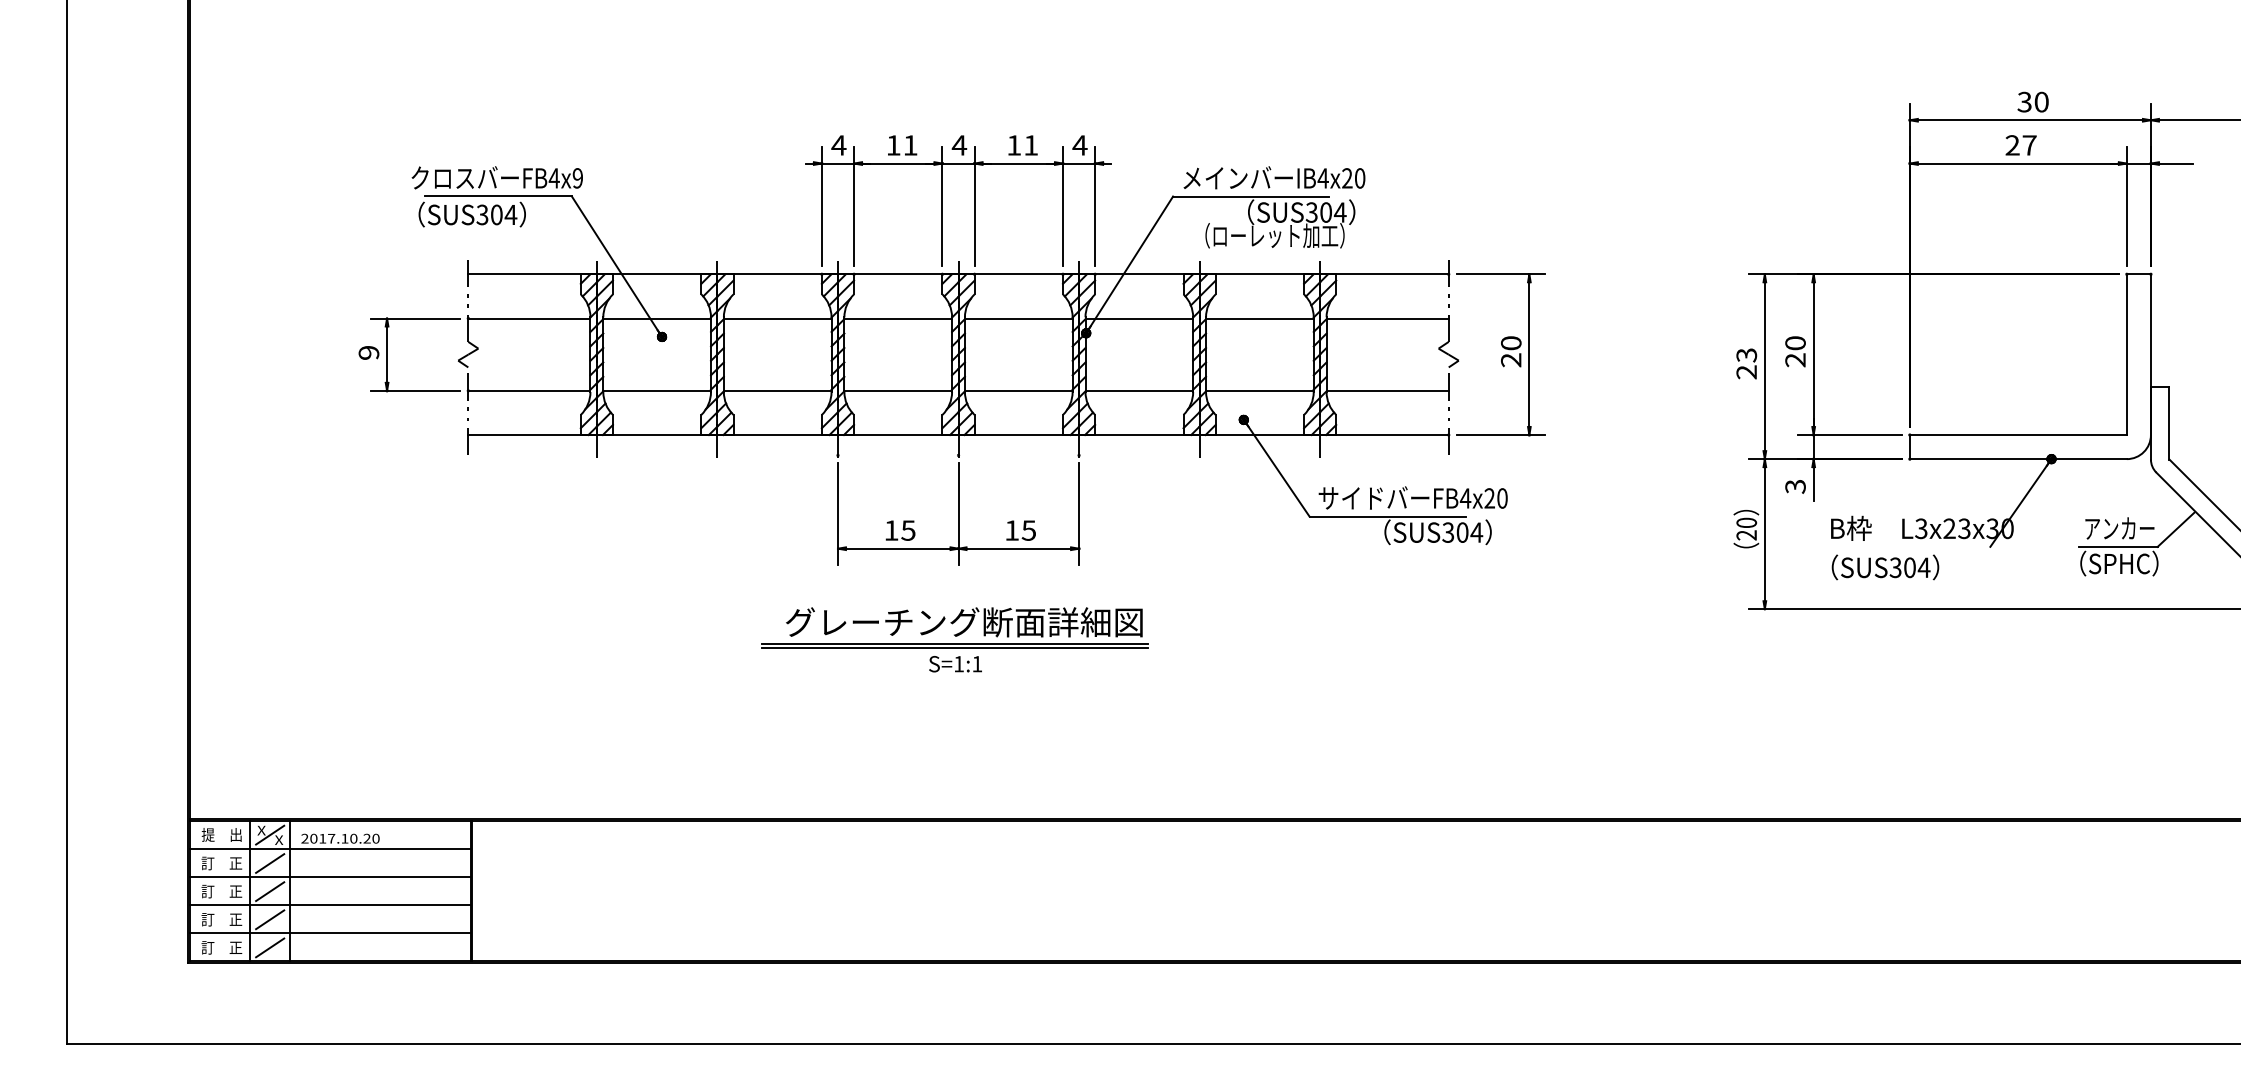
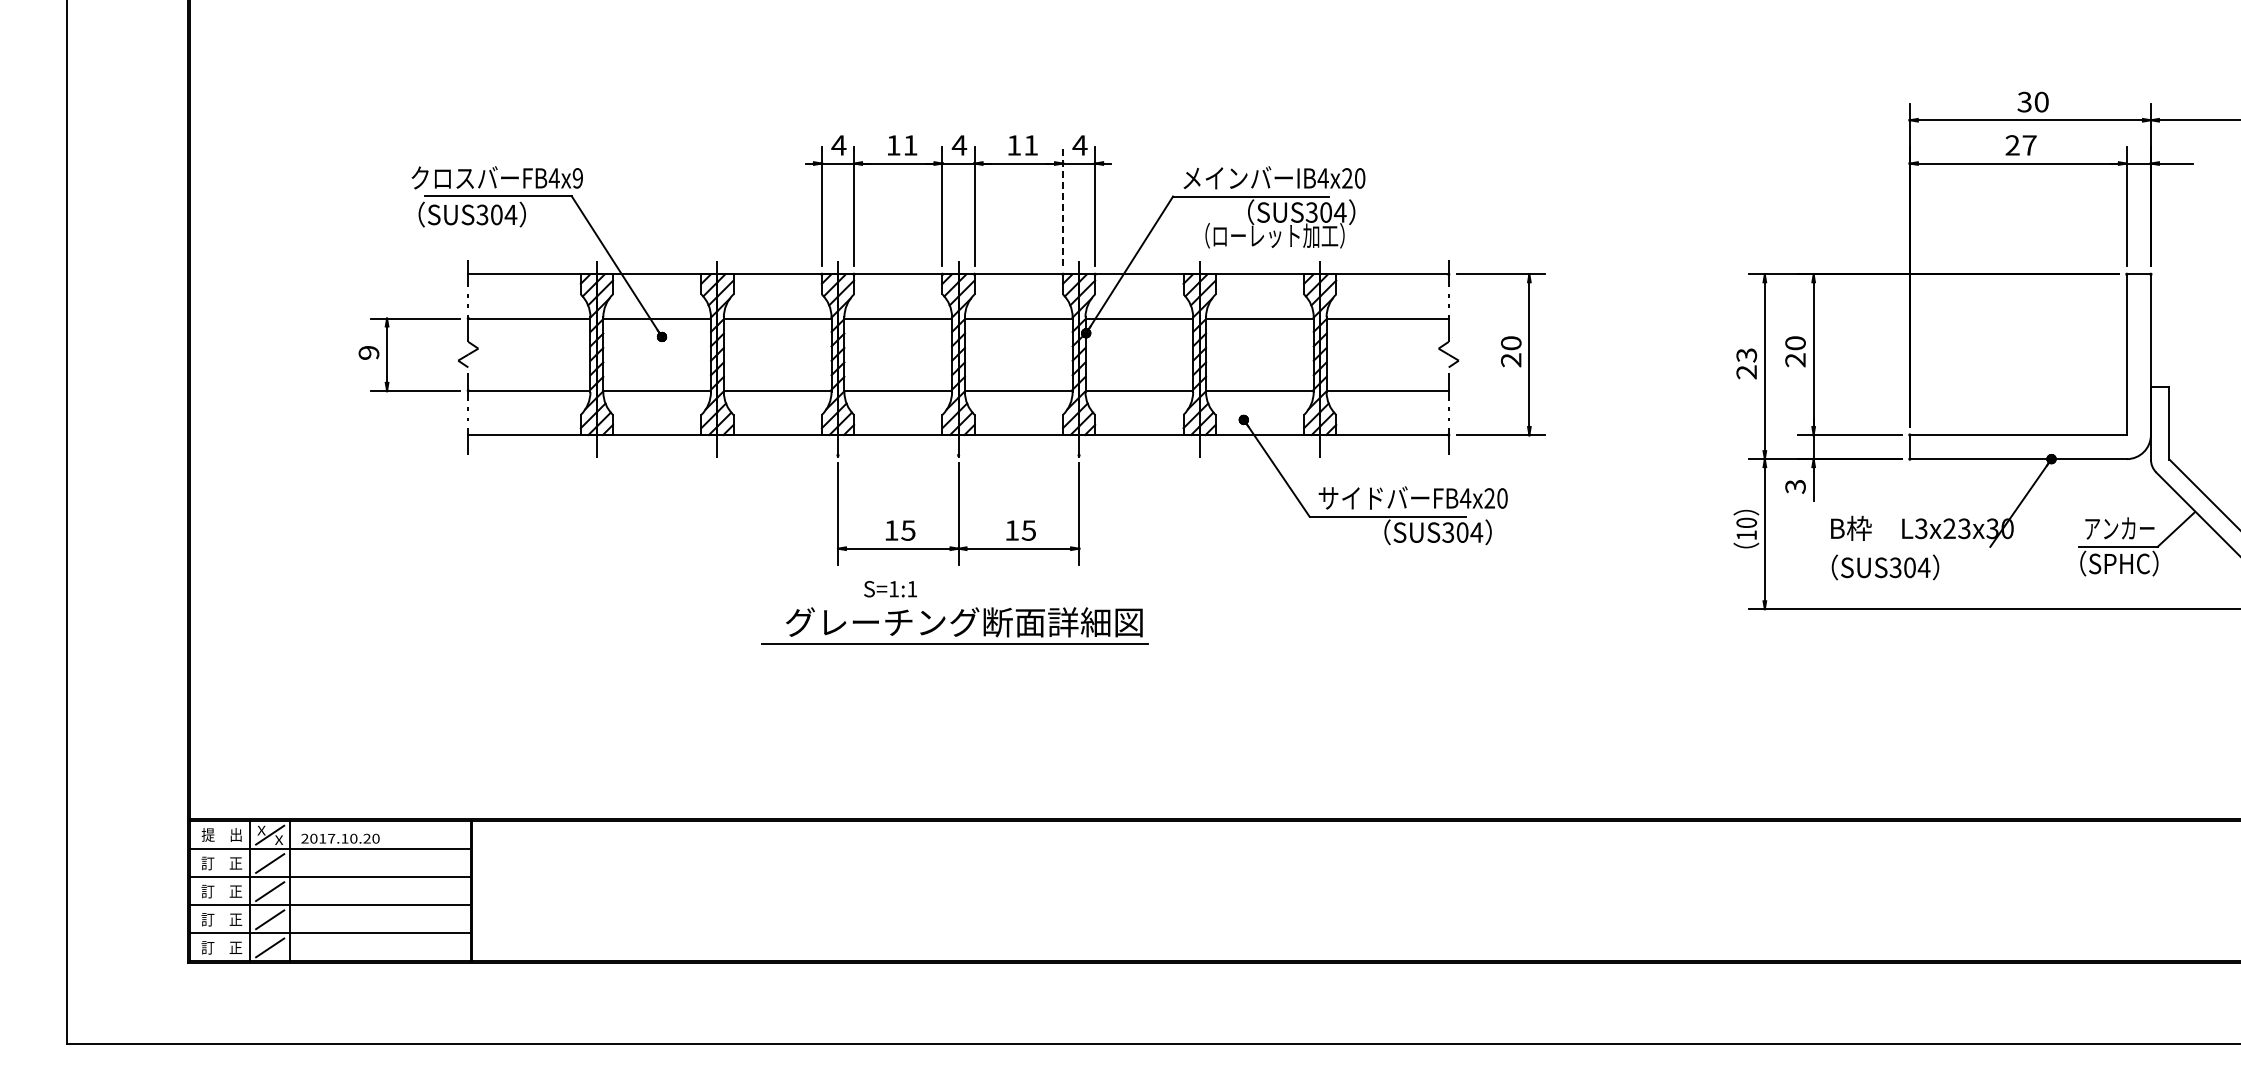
line at (1063, 206): solid -> dashed
text at (1746, 535): 20 -> 10
line at (955, 648): present -> none
text at (955, 664) position: (955, 664) -> (890, 589)
